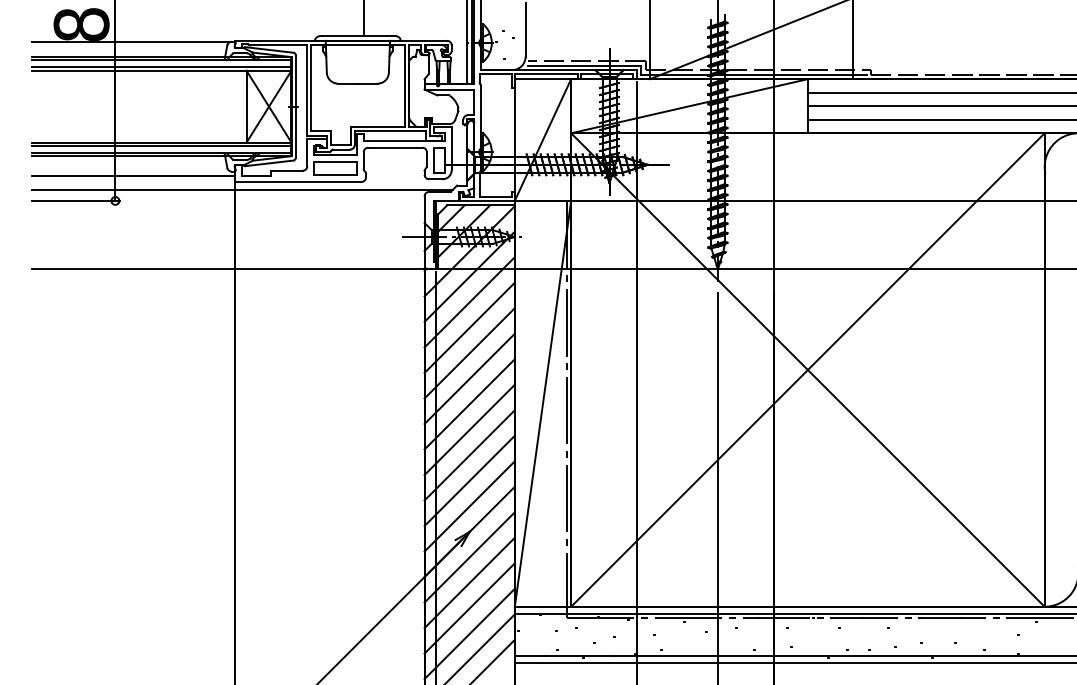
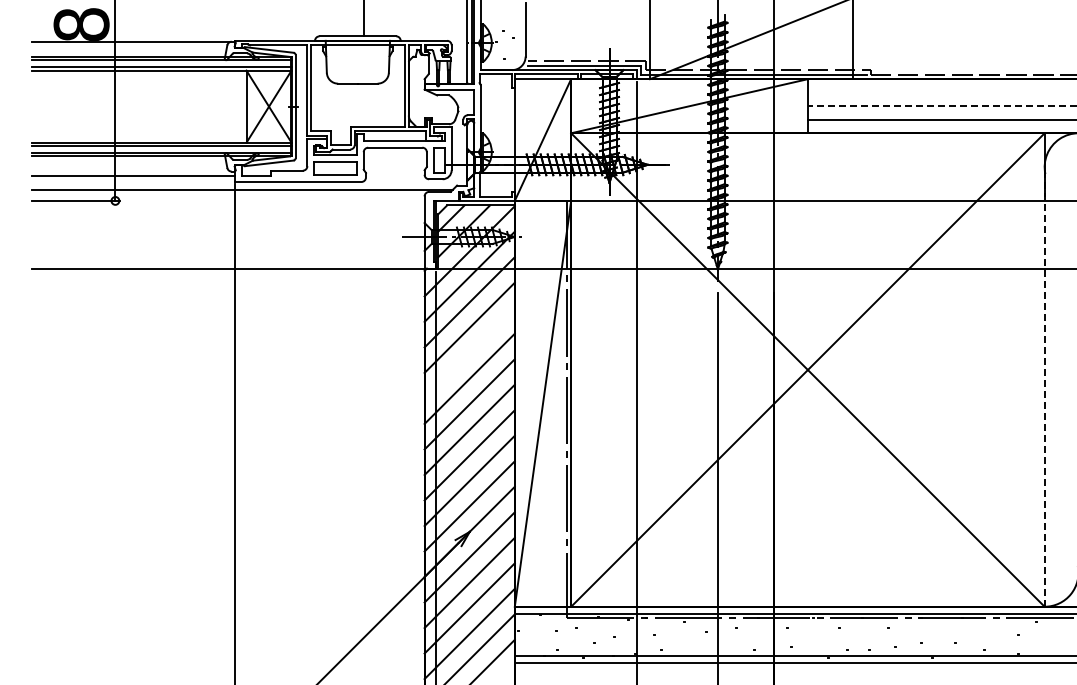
line at (940, 92): present -> none
line at (941, 106): solid -> dashed
line at (469, 353): present -> none
line at (1044, 386): solid -> dashed
